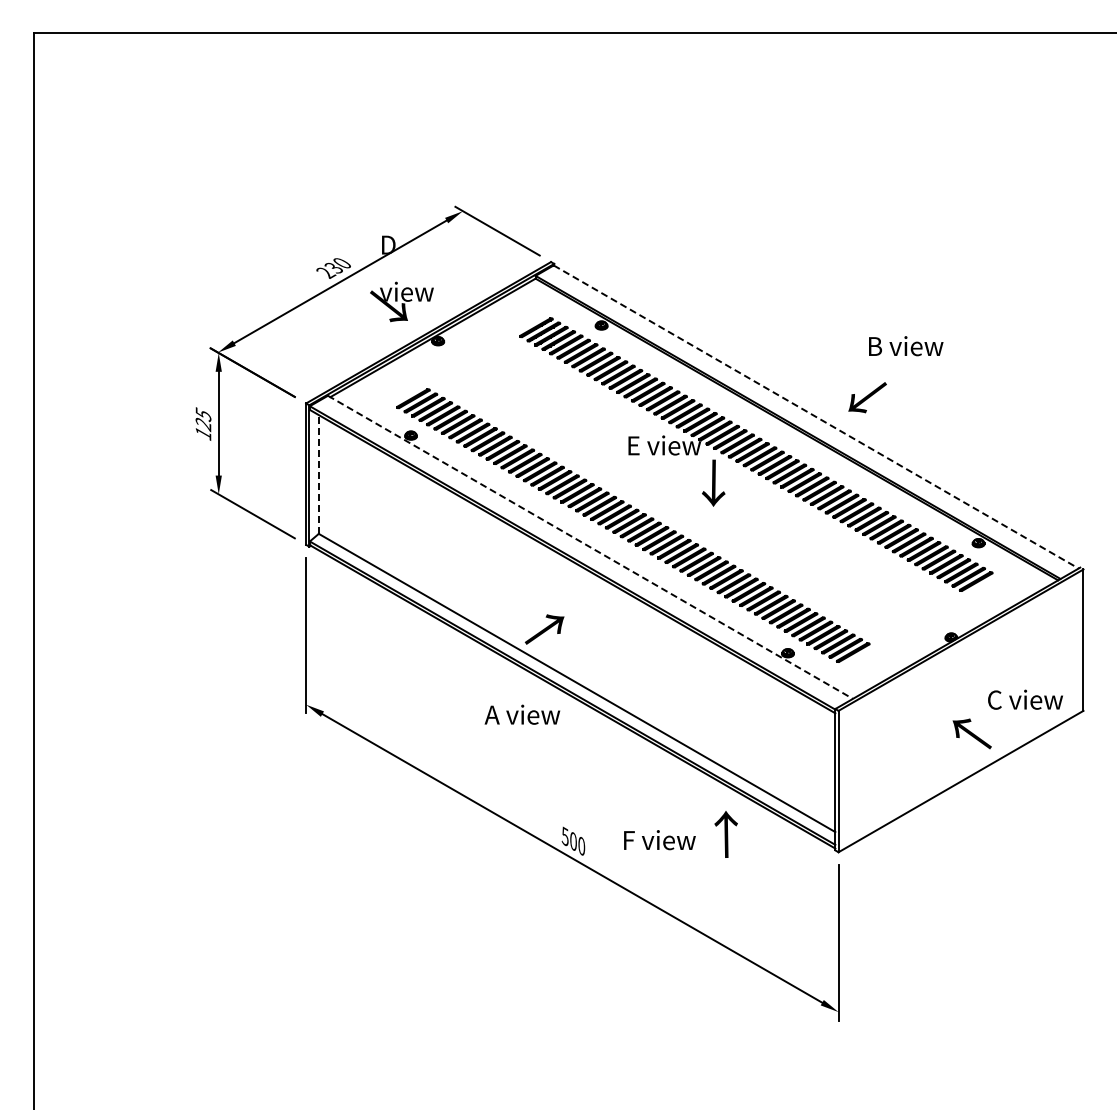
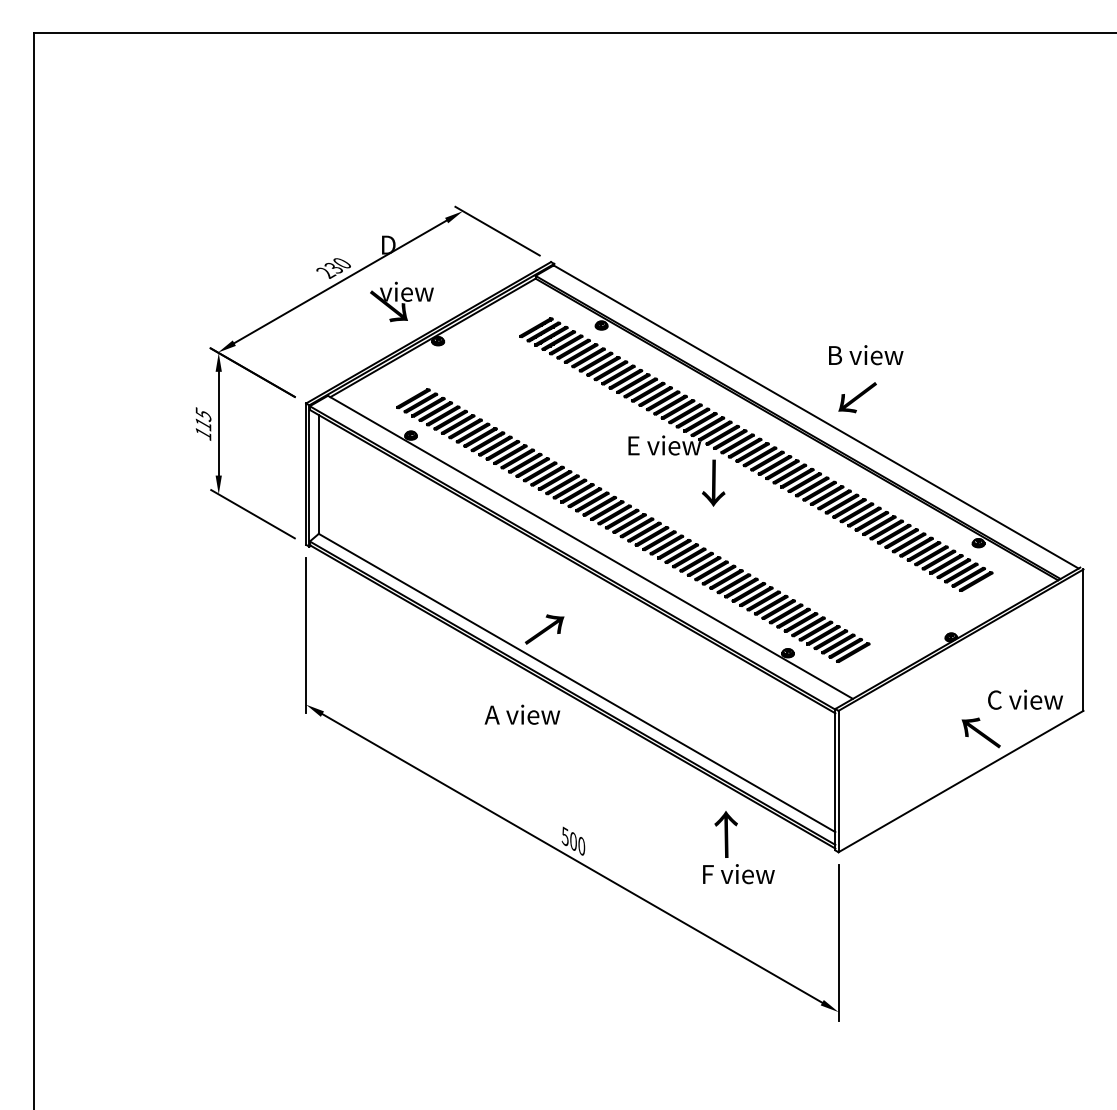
text at (906, 346) position: (906, 346) -> (866, 355)
text at (867, 397) position: (867, 397) -> (857, 397)
line at (816, 417): dashed -> solid
text at (203, 424): 125 -> 115
line at (318, 474): dashed -> solid
line at (590, 547): dashed -> solid
text at (971, 733) position: (971, 733) -> (980, 732)
text at (659, 840) position: (659, 840) -> (738, 874)
